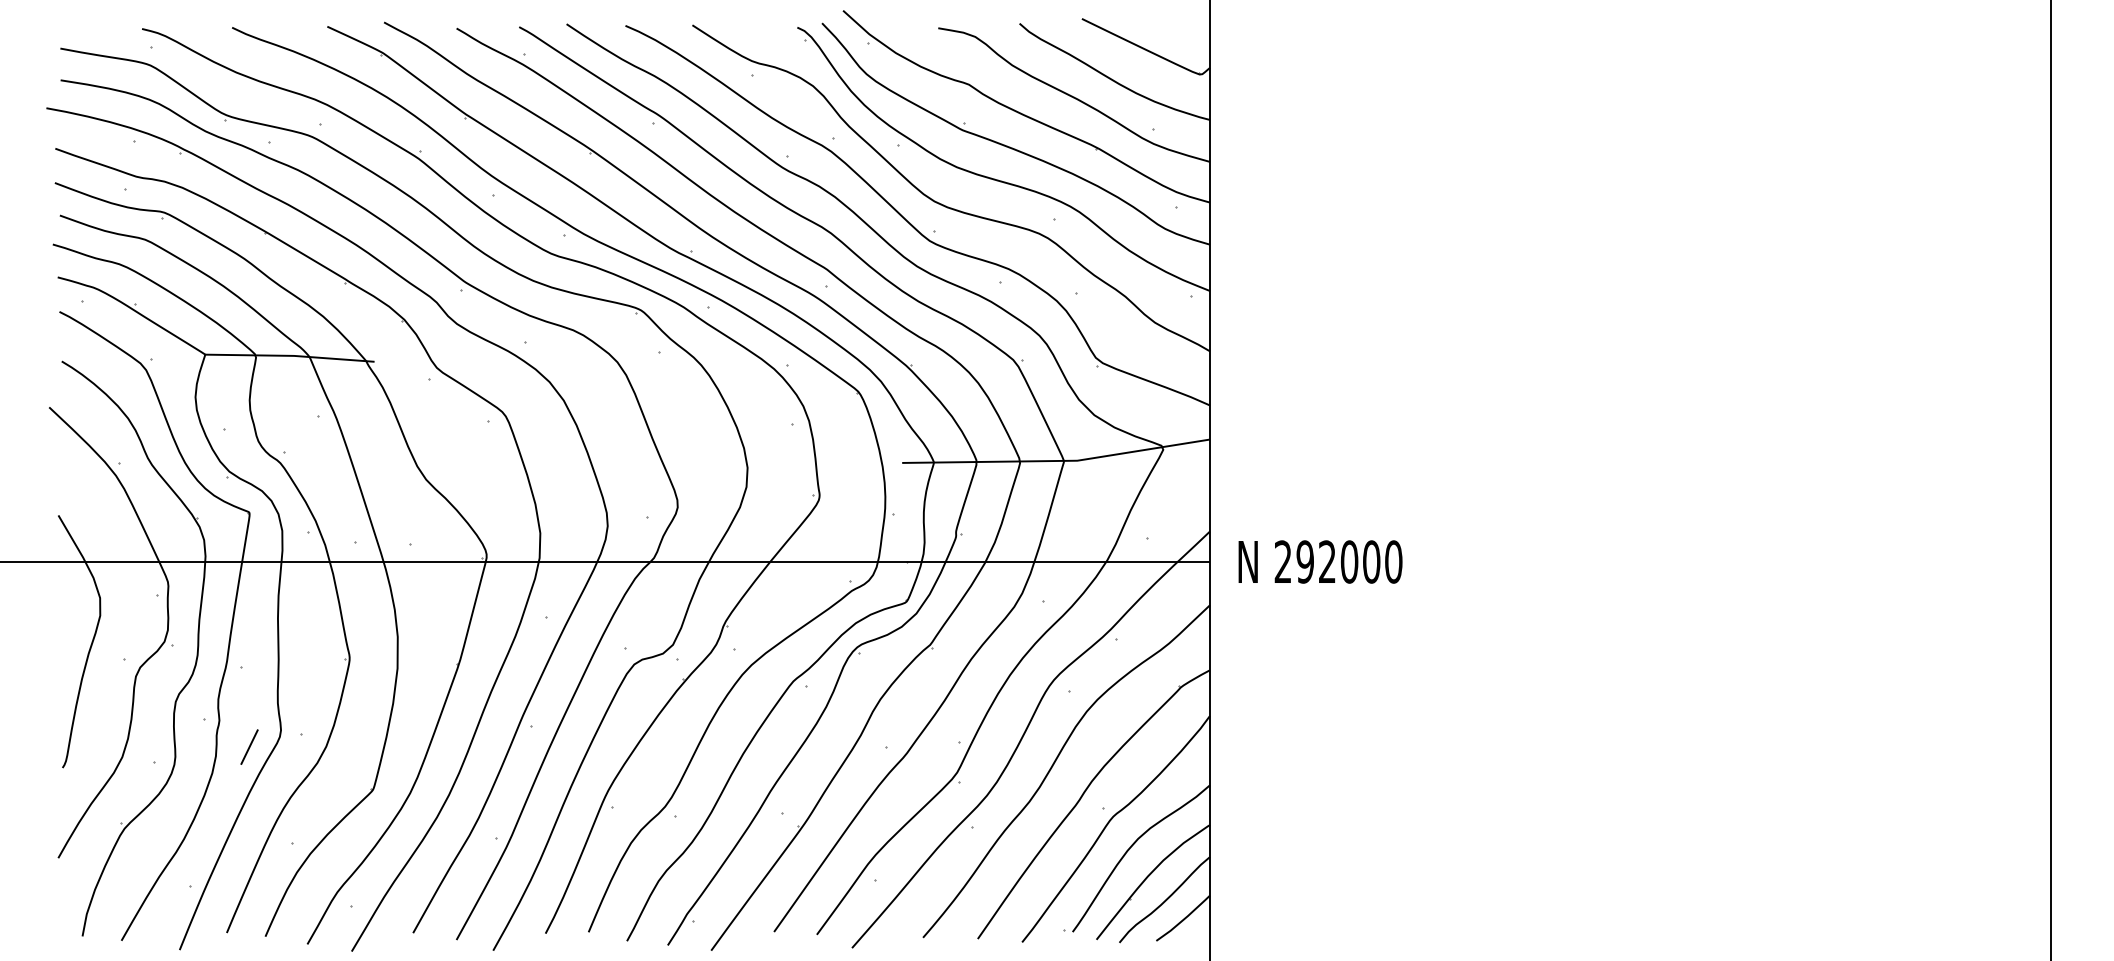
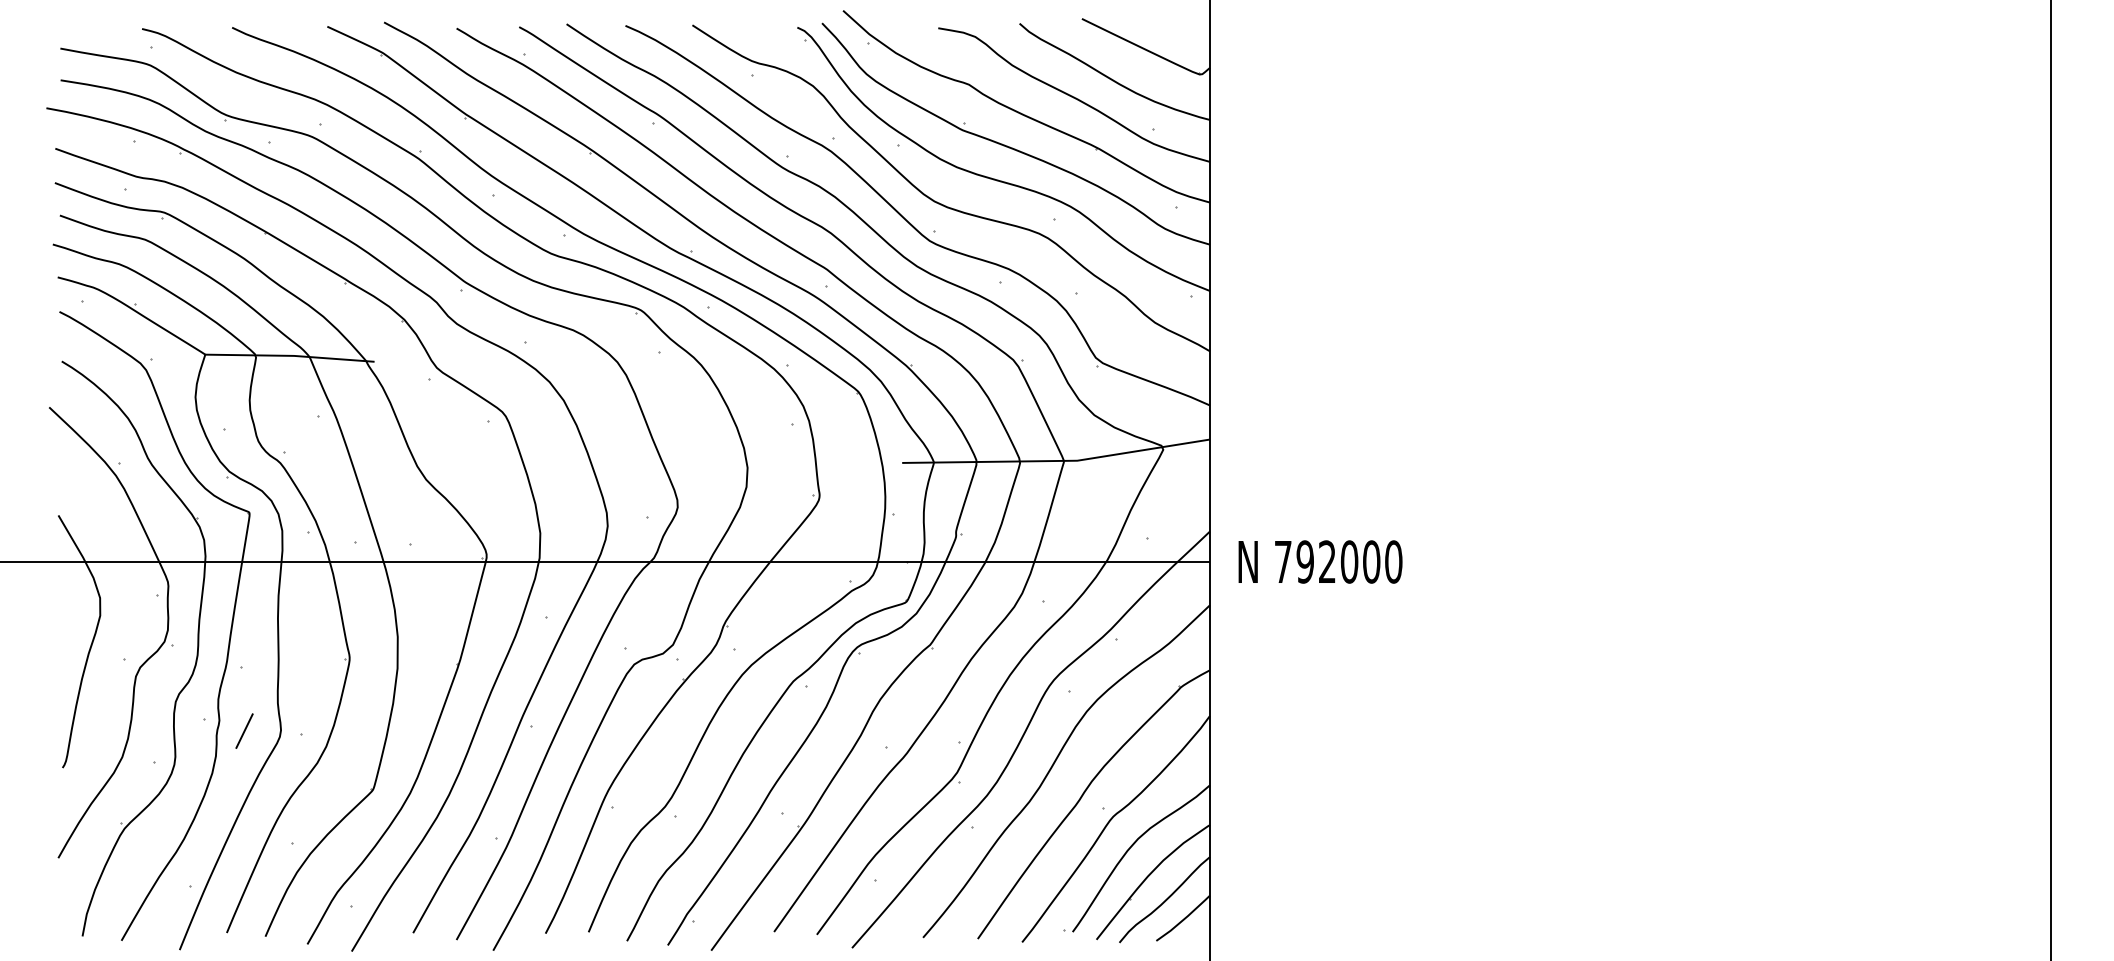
text at (1282, 561): 292000 -> 792000
line at (249, 746) position: (249, 746) -> (244, 730)
